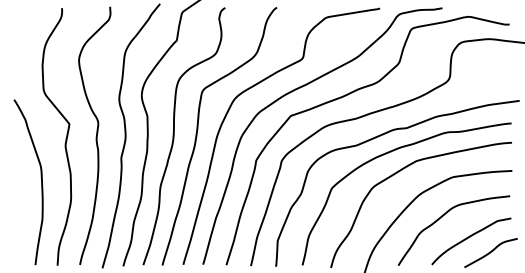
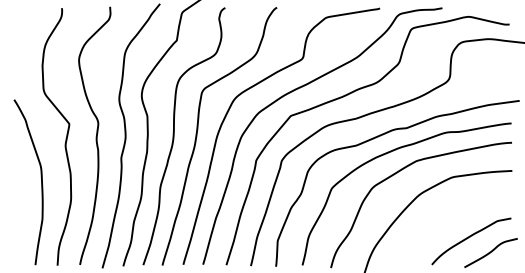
curve at (441, 218): present -> none
